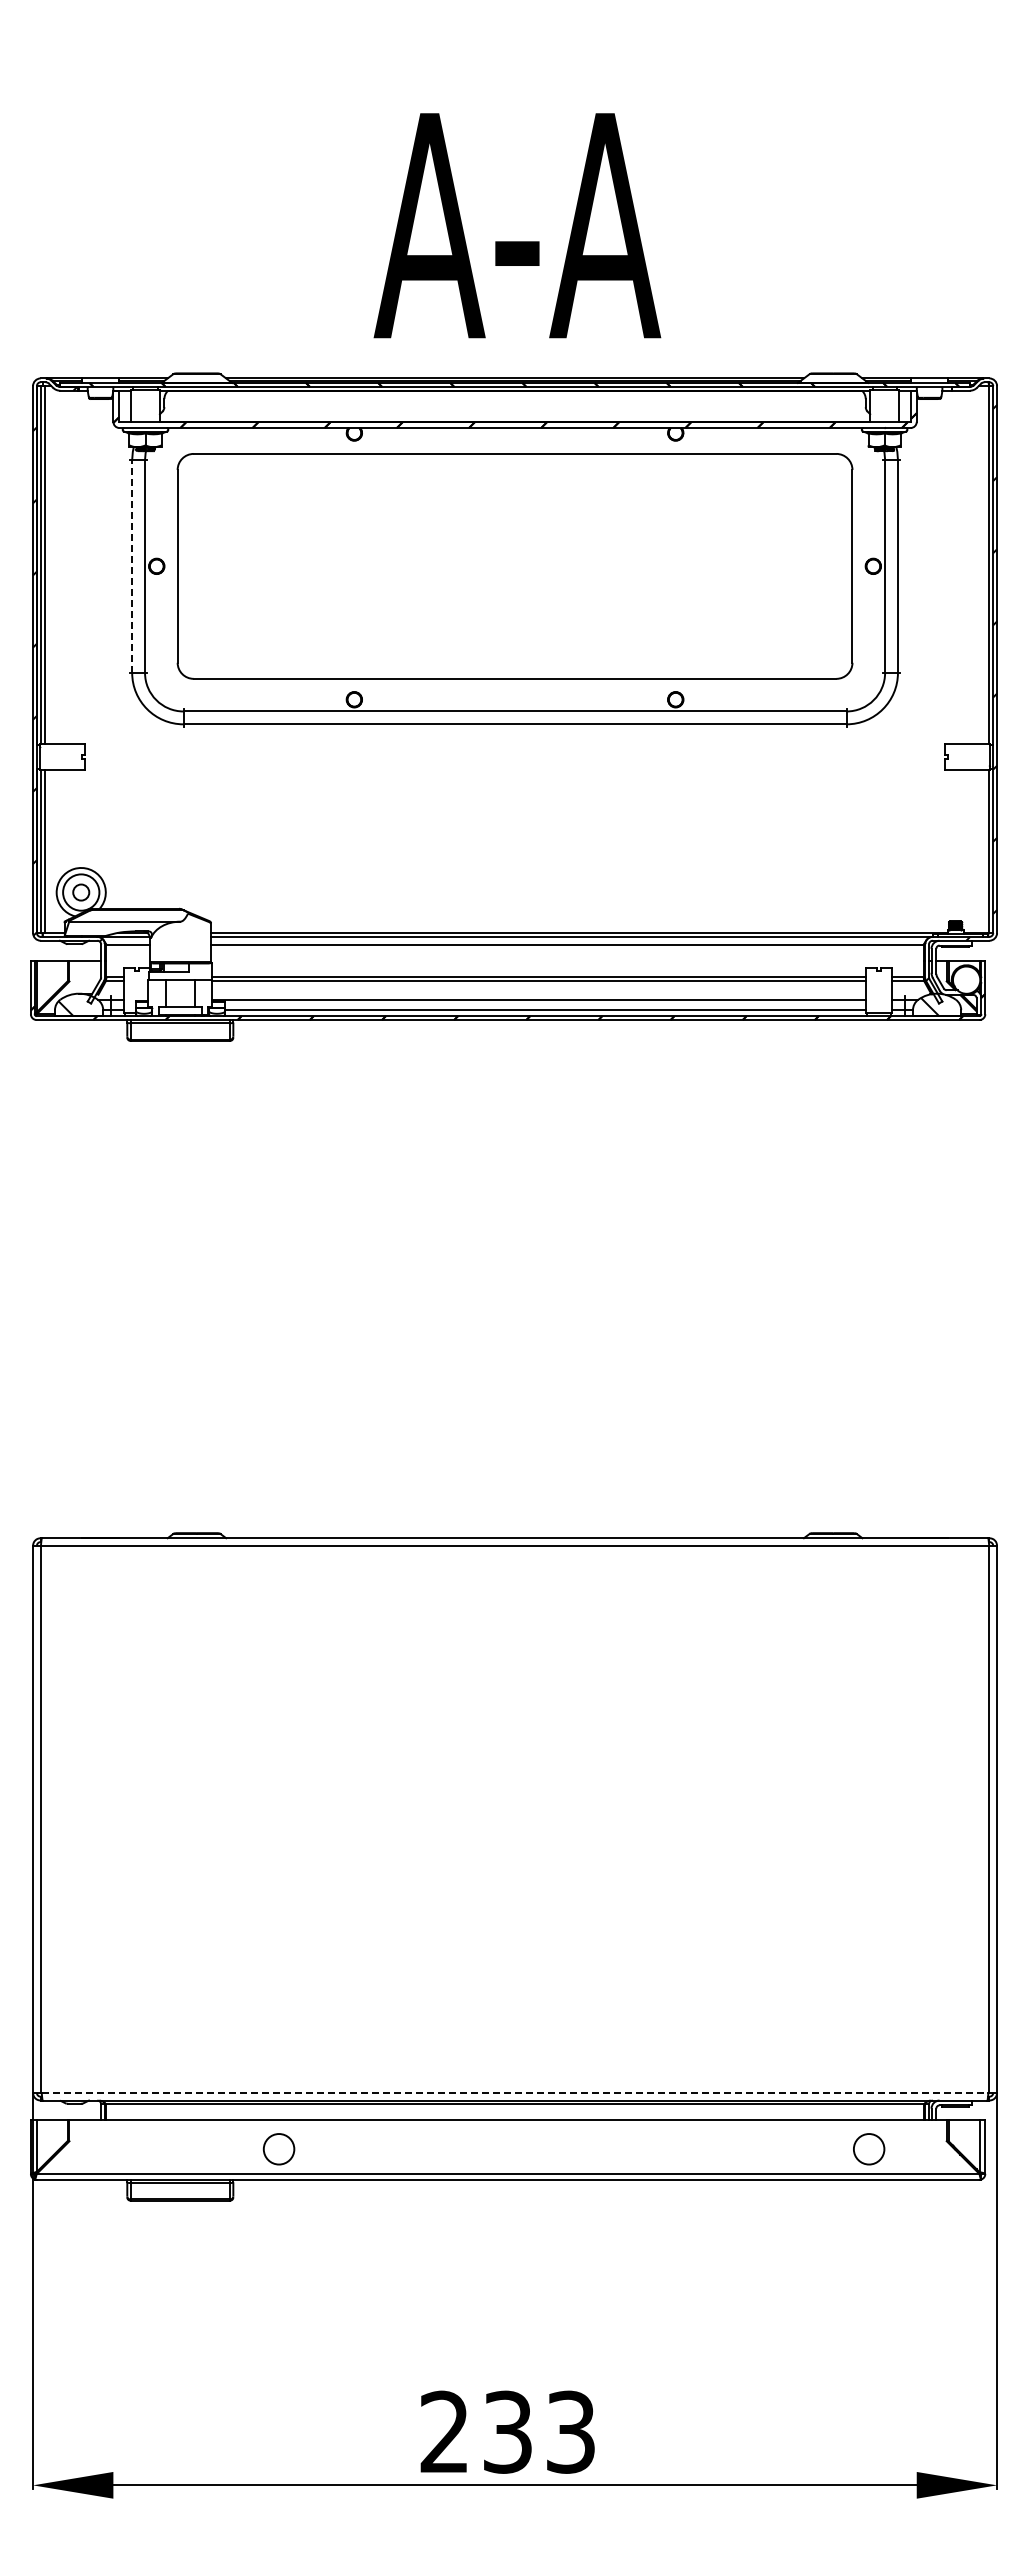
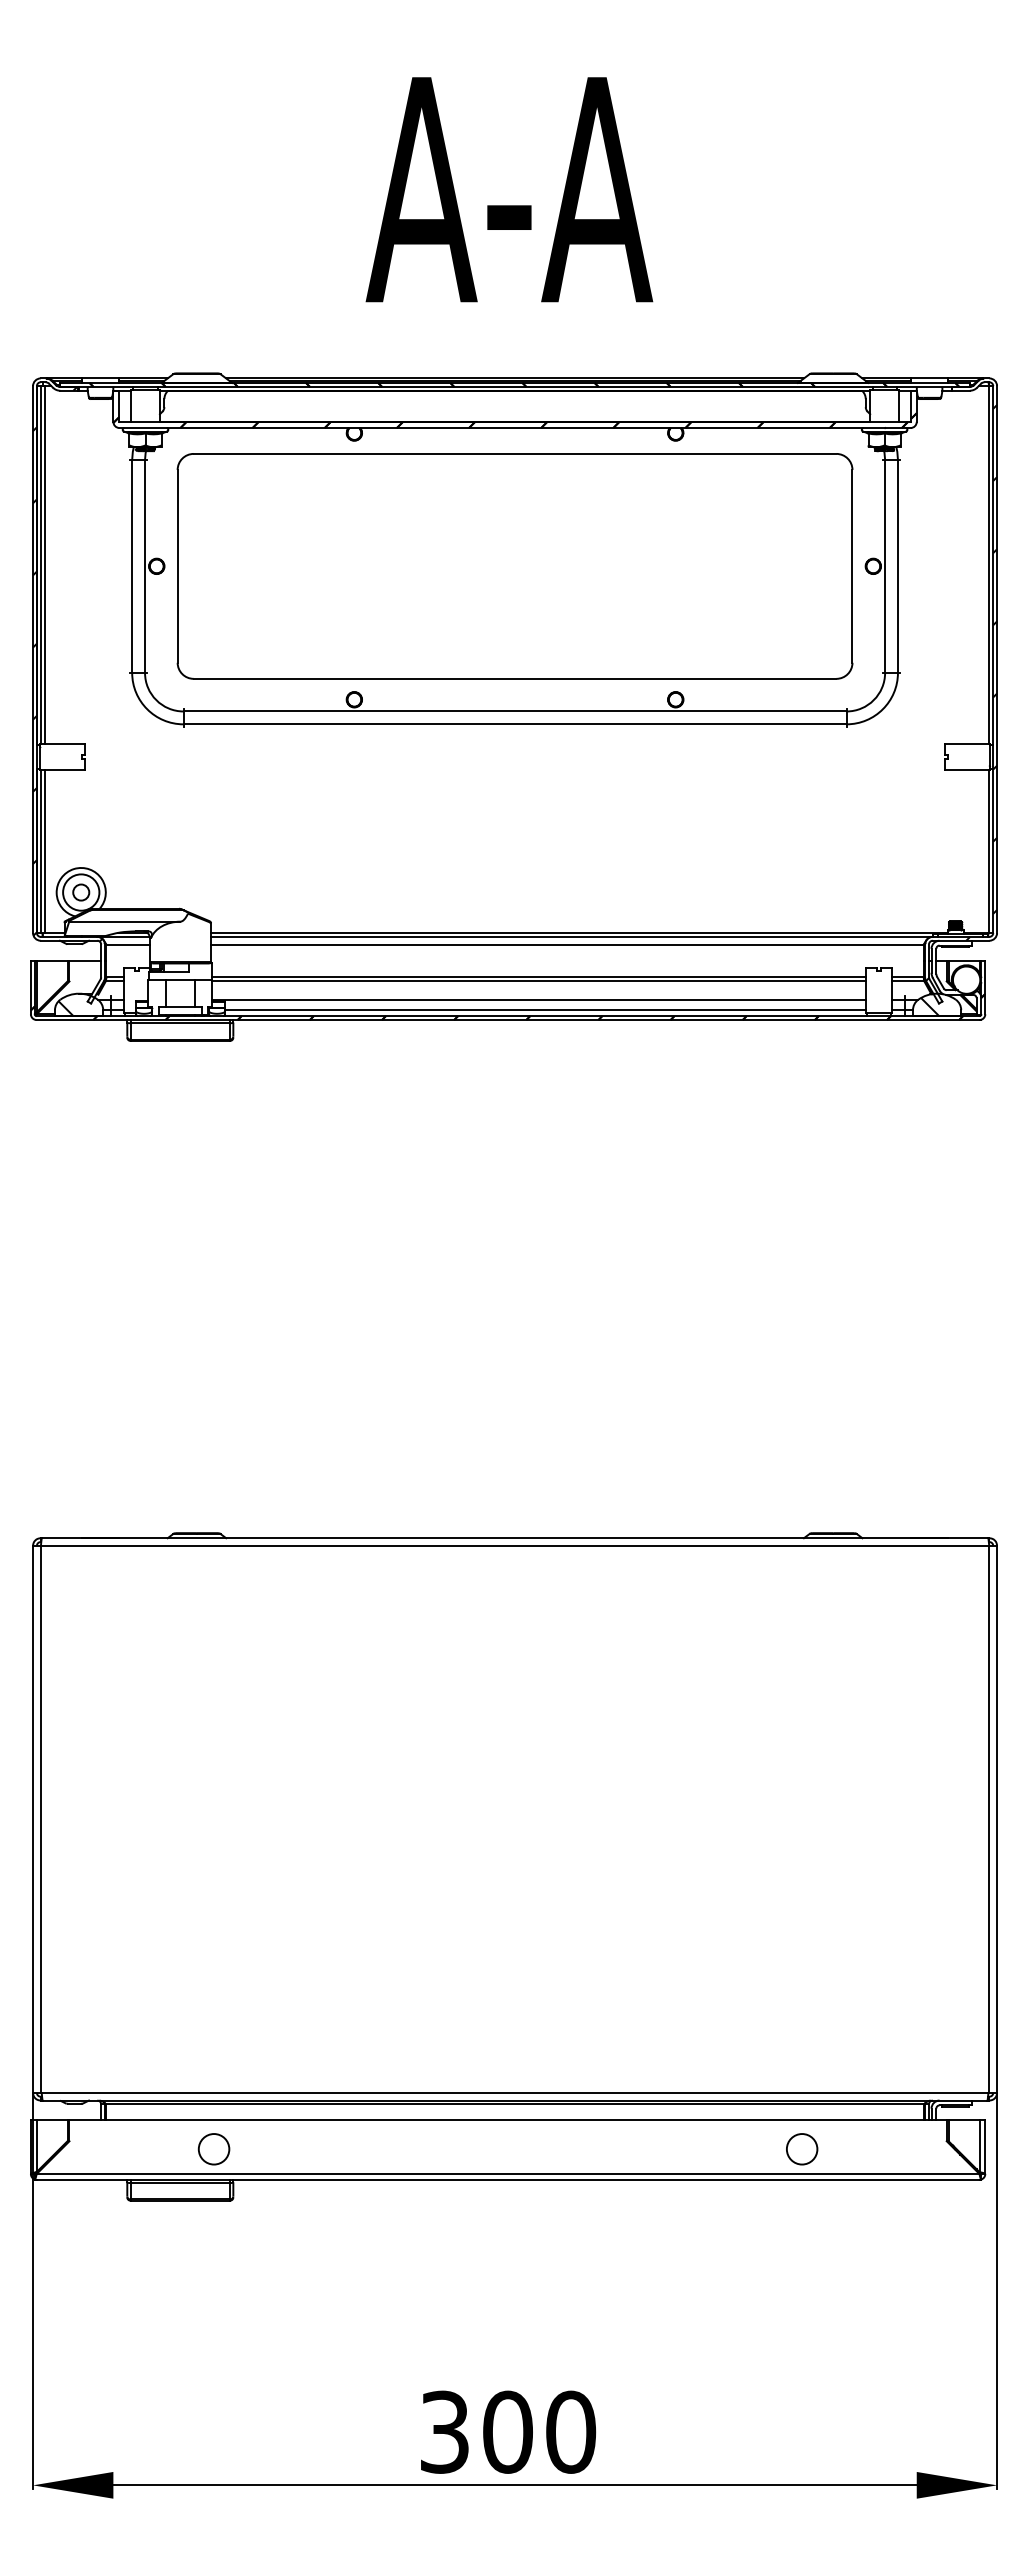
text at (517, 225) position: (517, 225) -> (509, 189)
line at (132, 566): dashed -> solid
line at (515, 2092): dashed -> solid
circle at (278, 2149) position: (278, 2149) -> (213, 2149)
circle at (869, 2149) position: (869, 2149) -> (802, 2149)
text at (508, 2431): 233 -> 300
